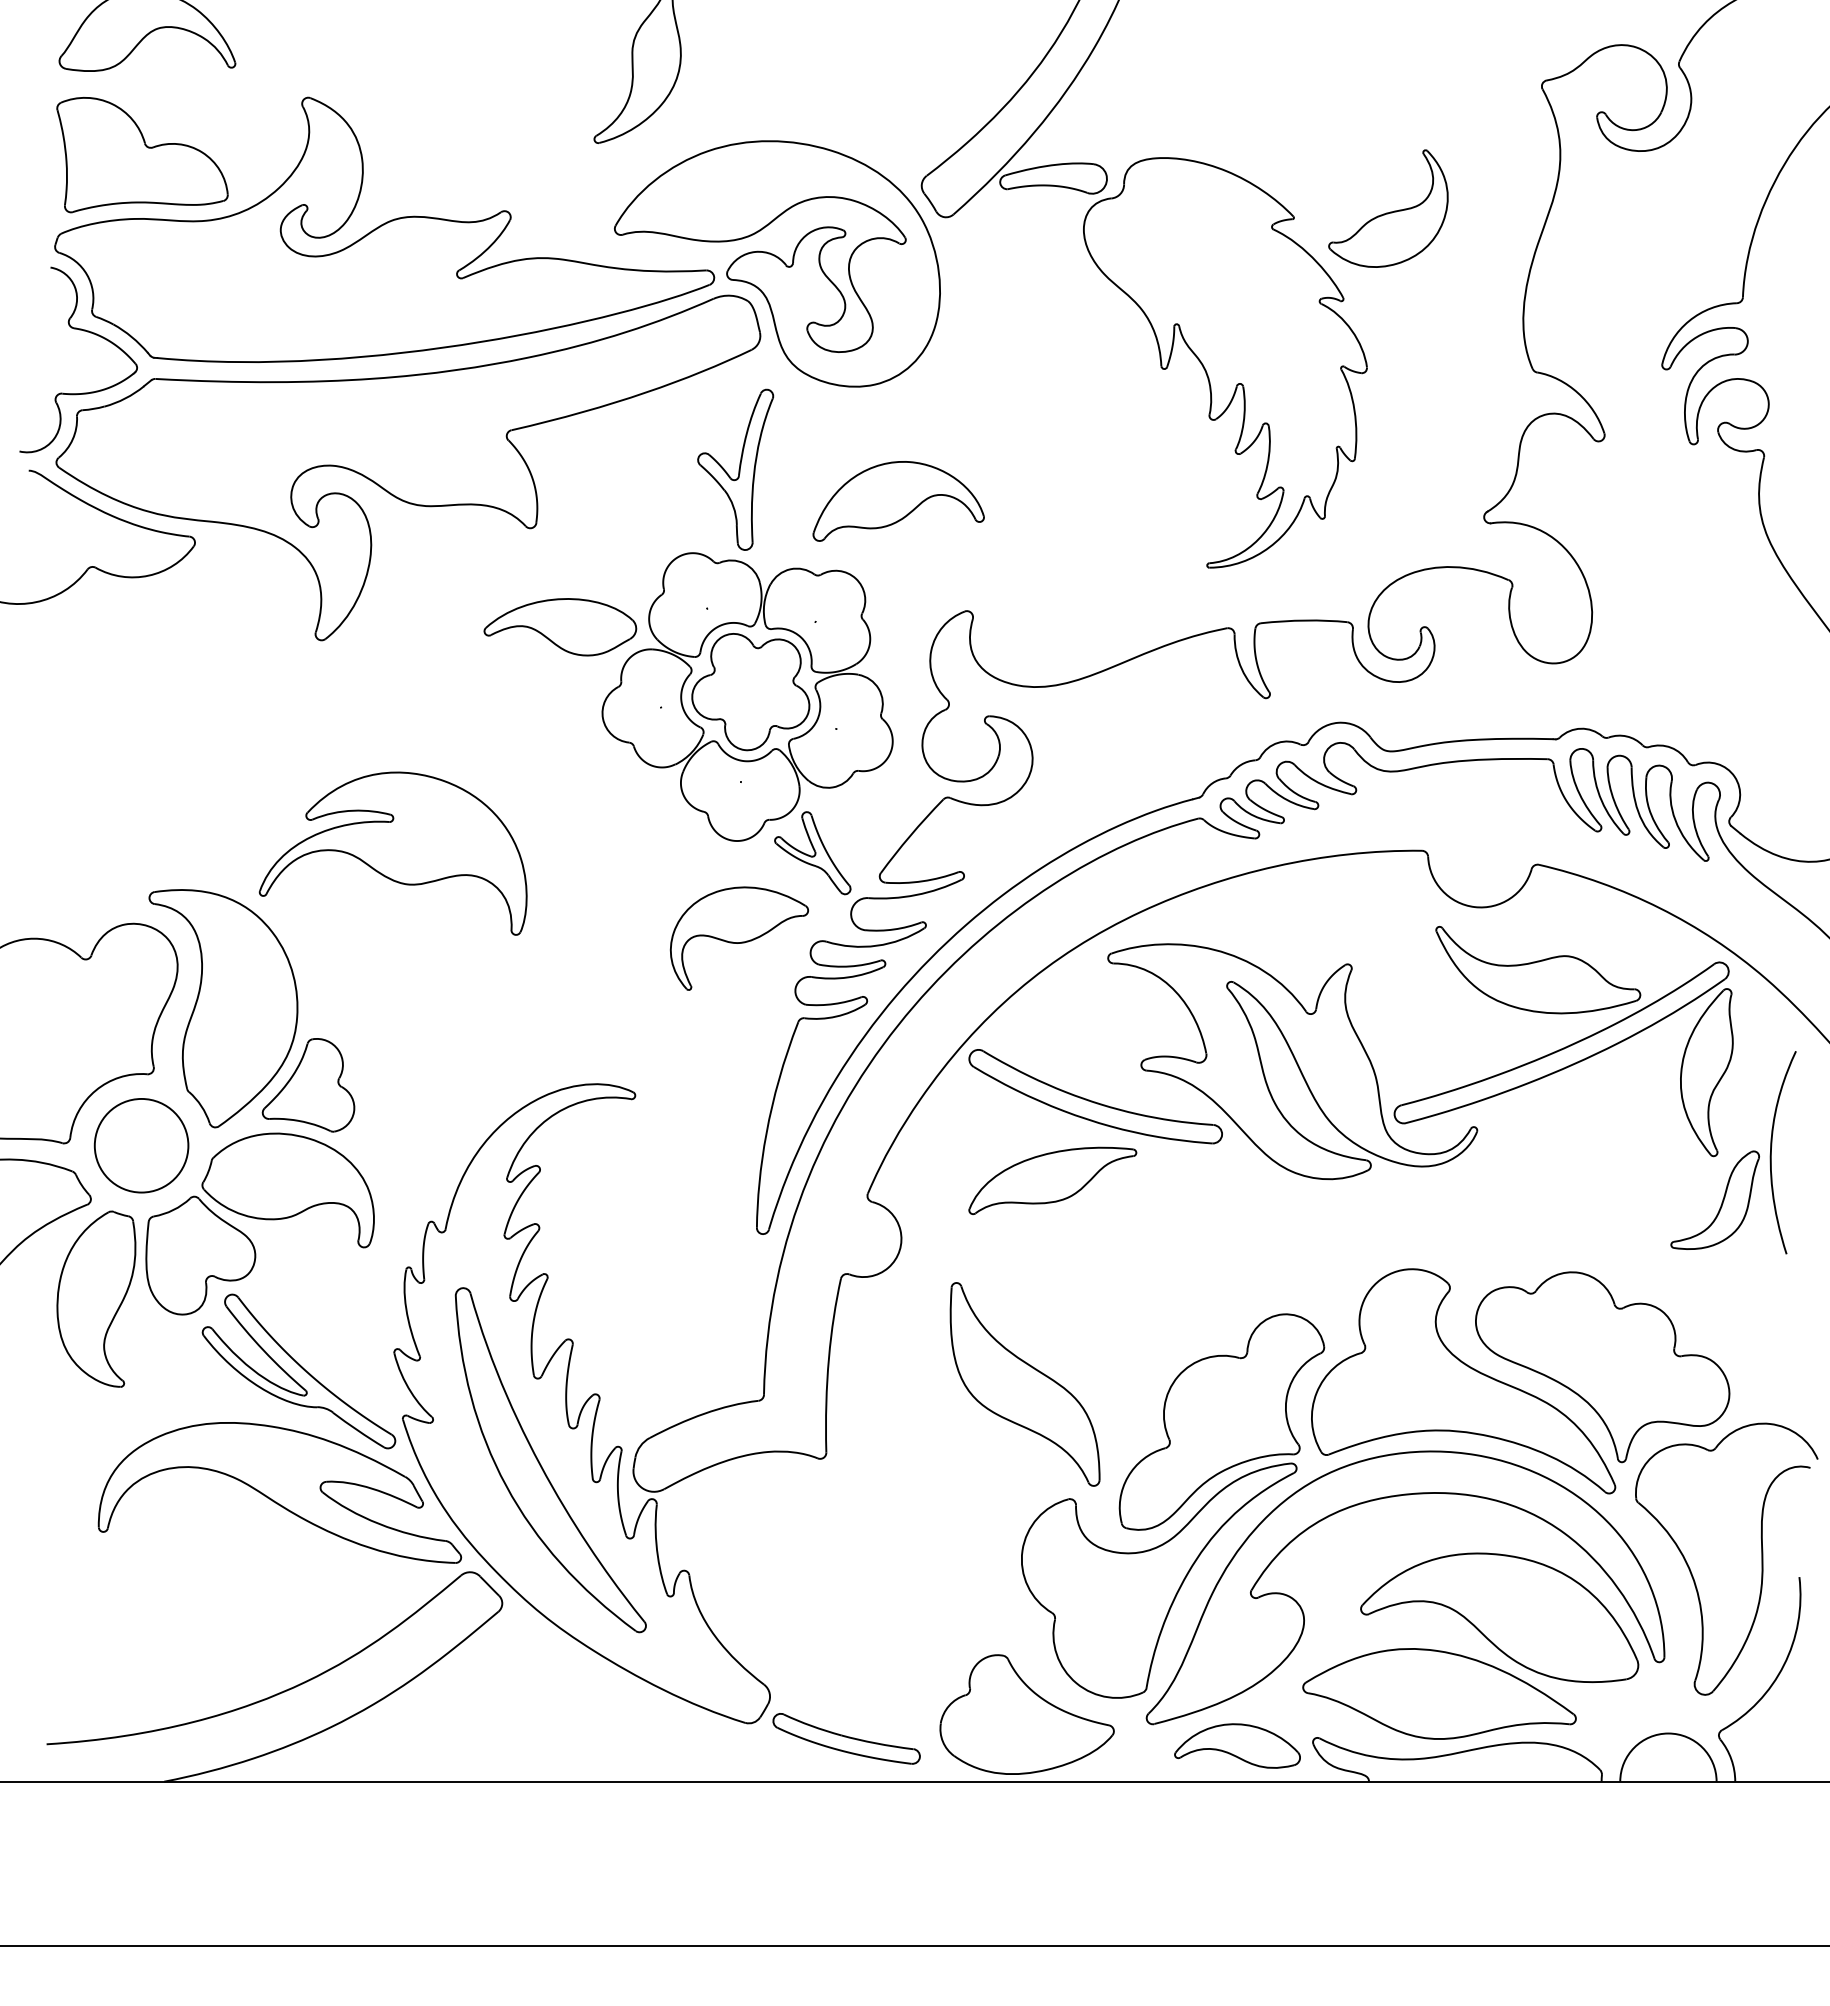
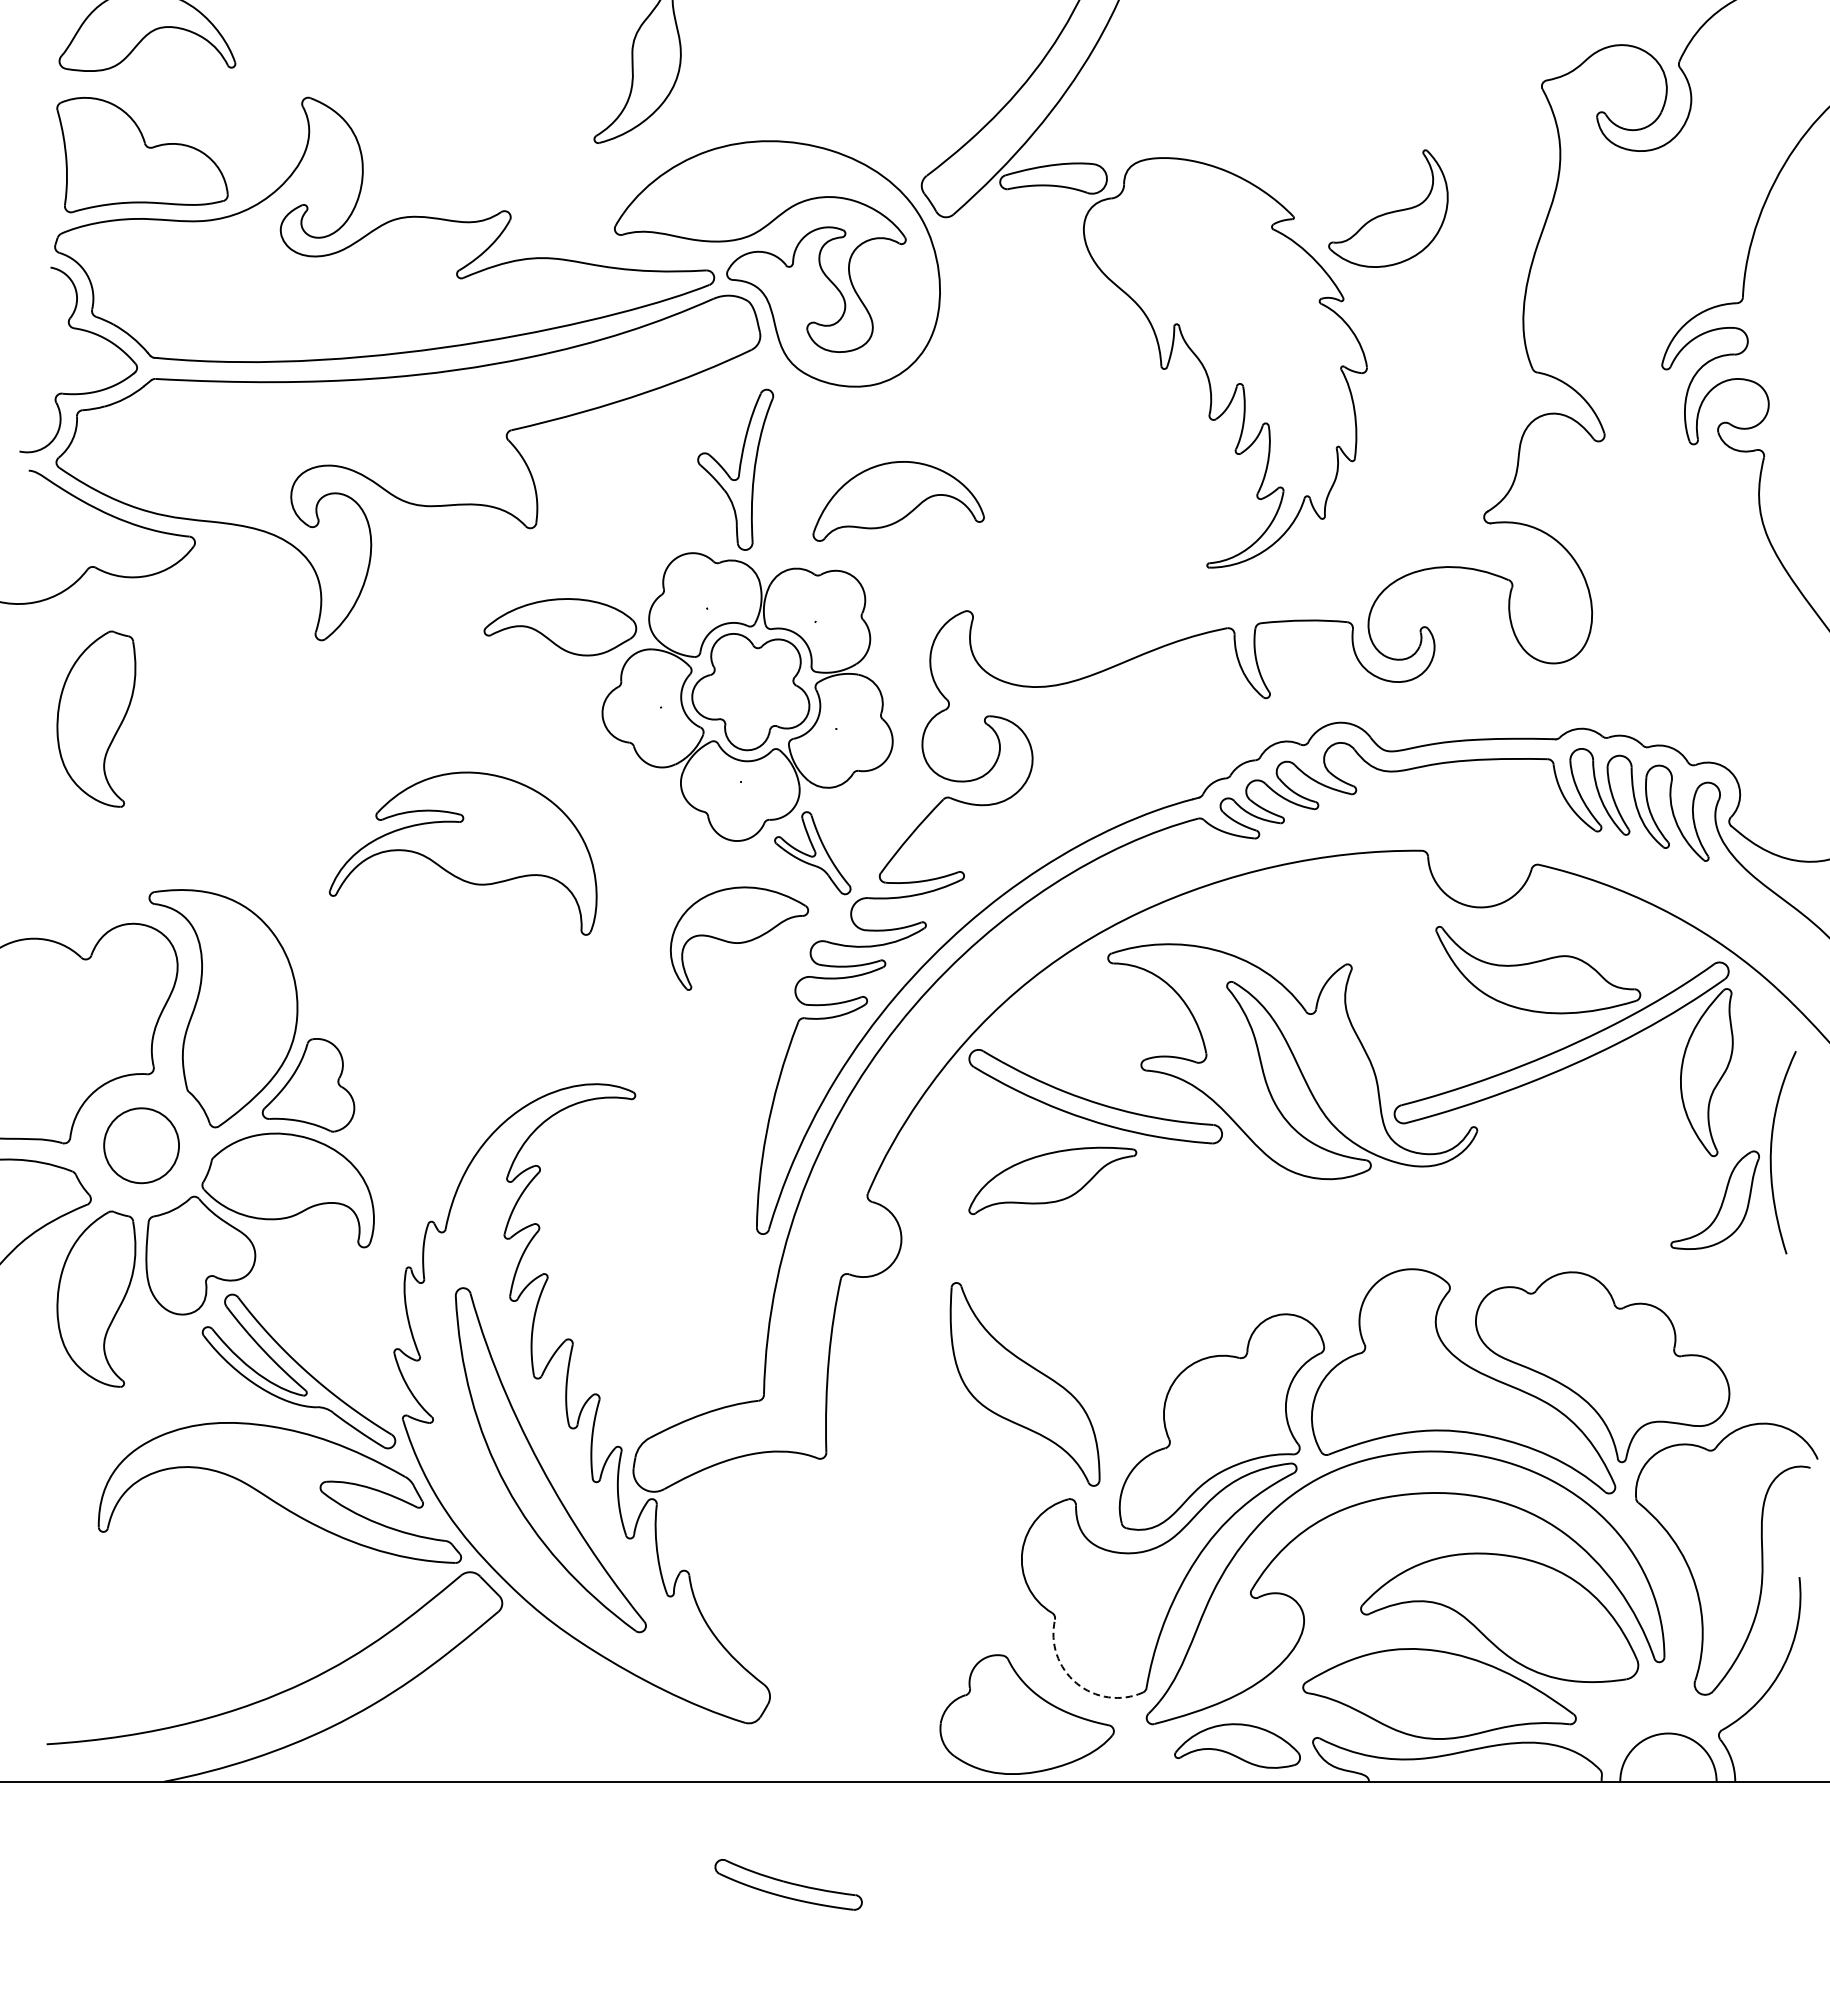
part at (96, 718): none -> present
part at (392, 853) position: (392, 853) -> (462, 853)
circle at (141, 1145) diameter: 94 px -> 75 px
arc at (1076, 1683): solid -> dashed
part at (846, 1738) position: (846, 1738) -> (788, 1884)
line at (914, 1945): present -> none
